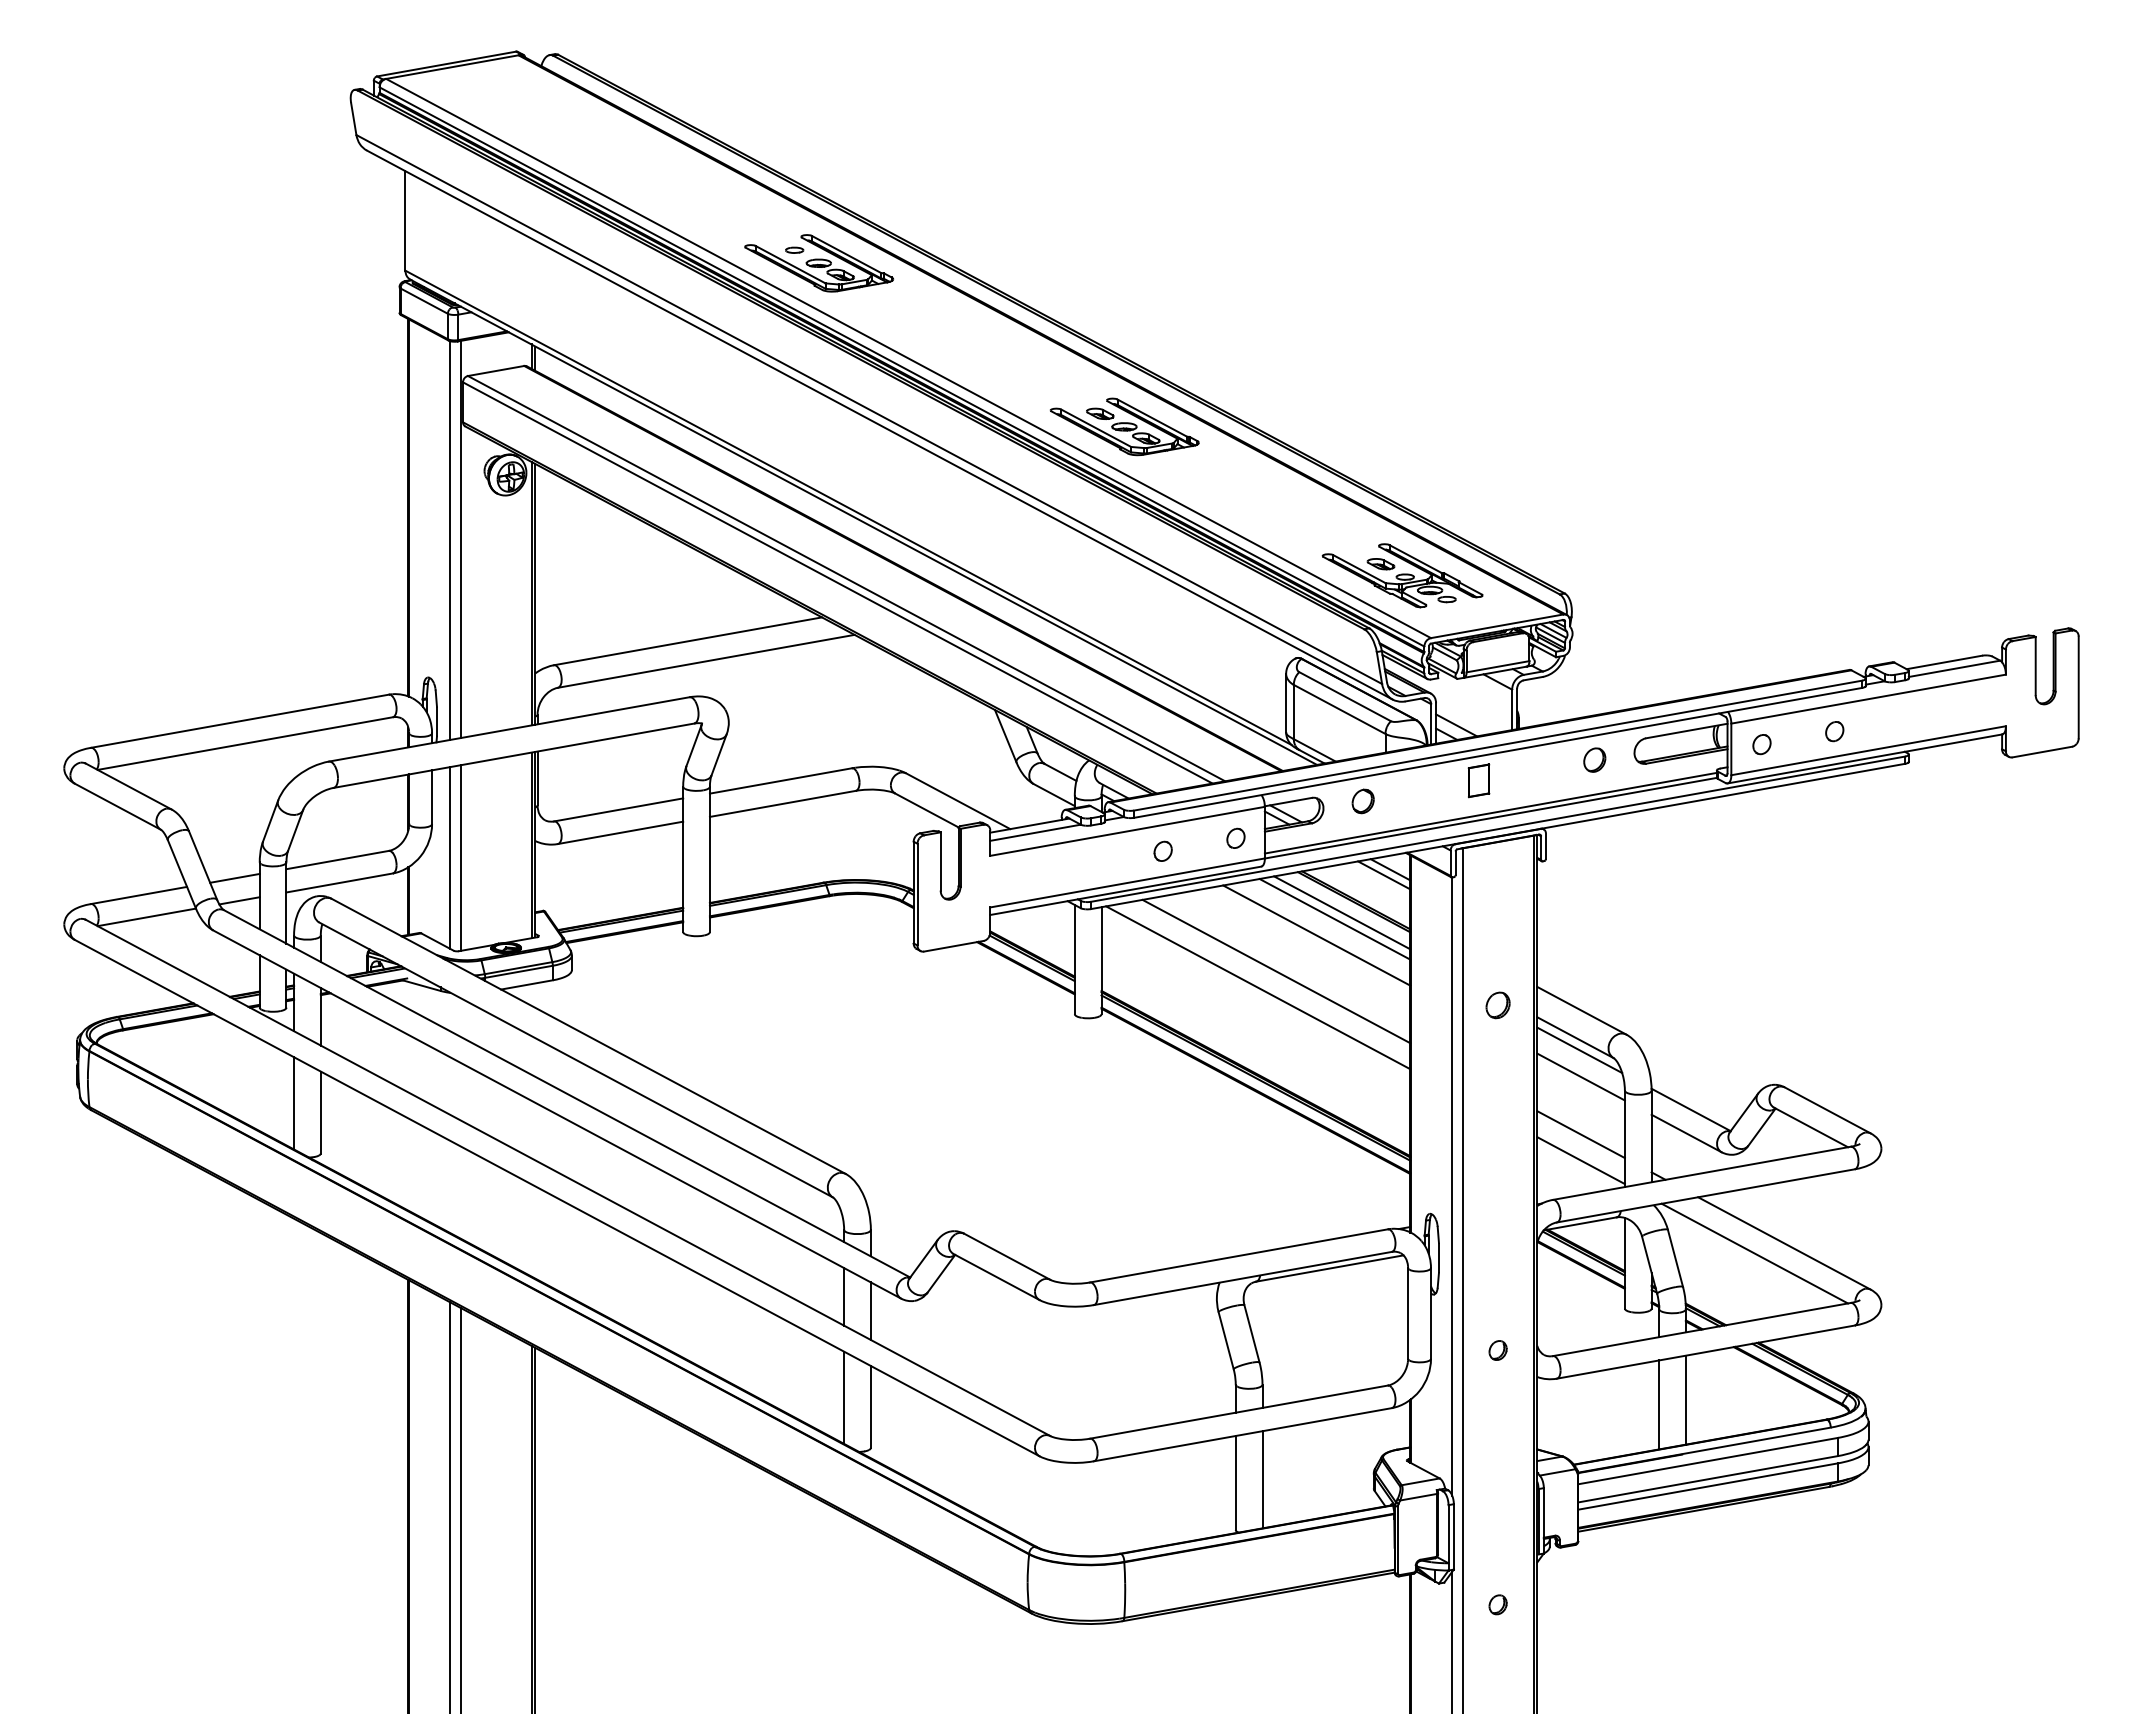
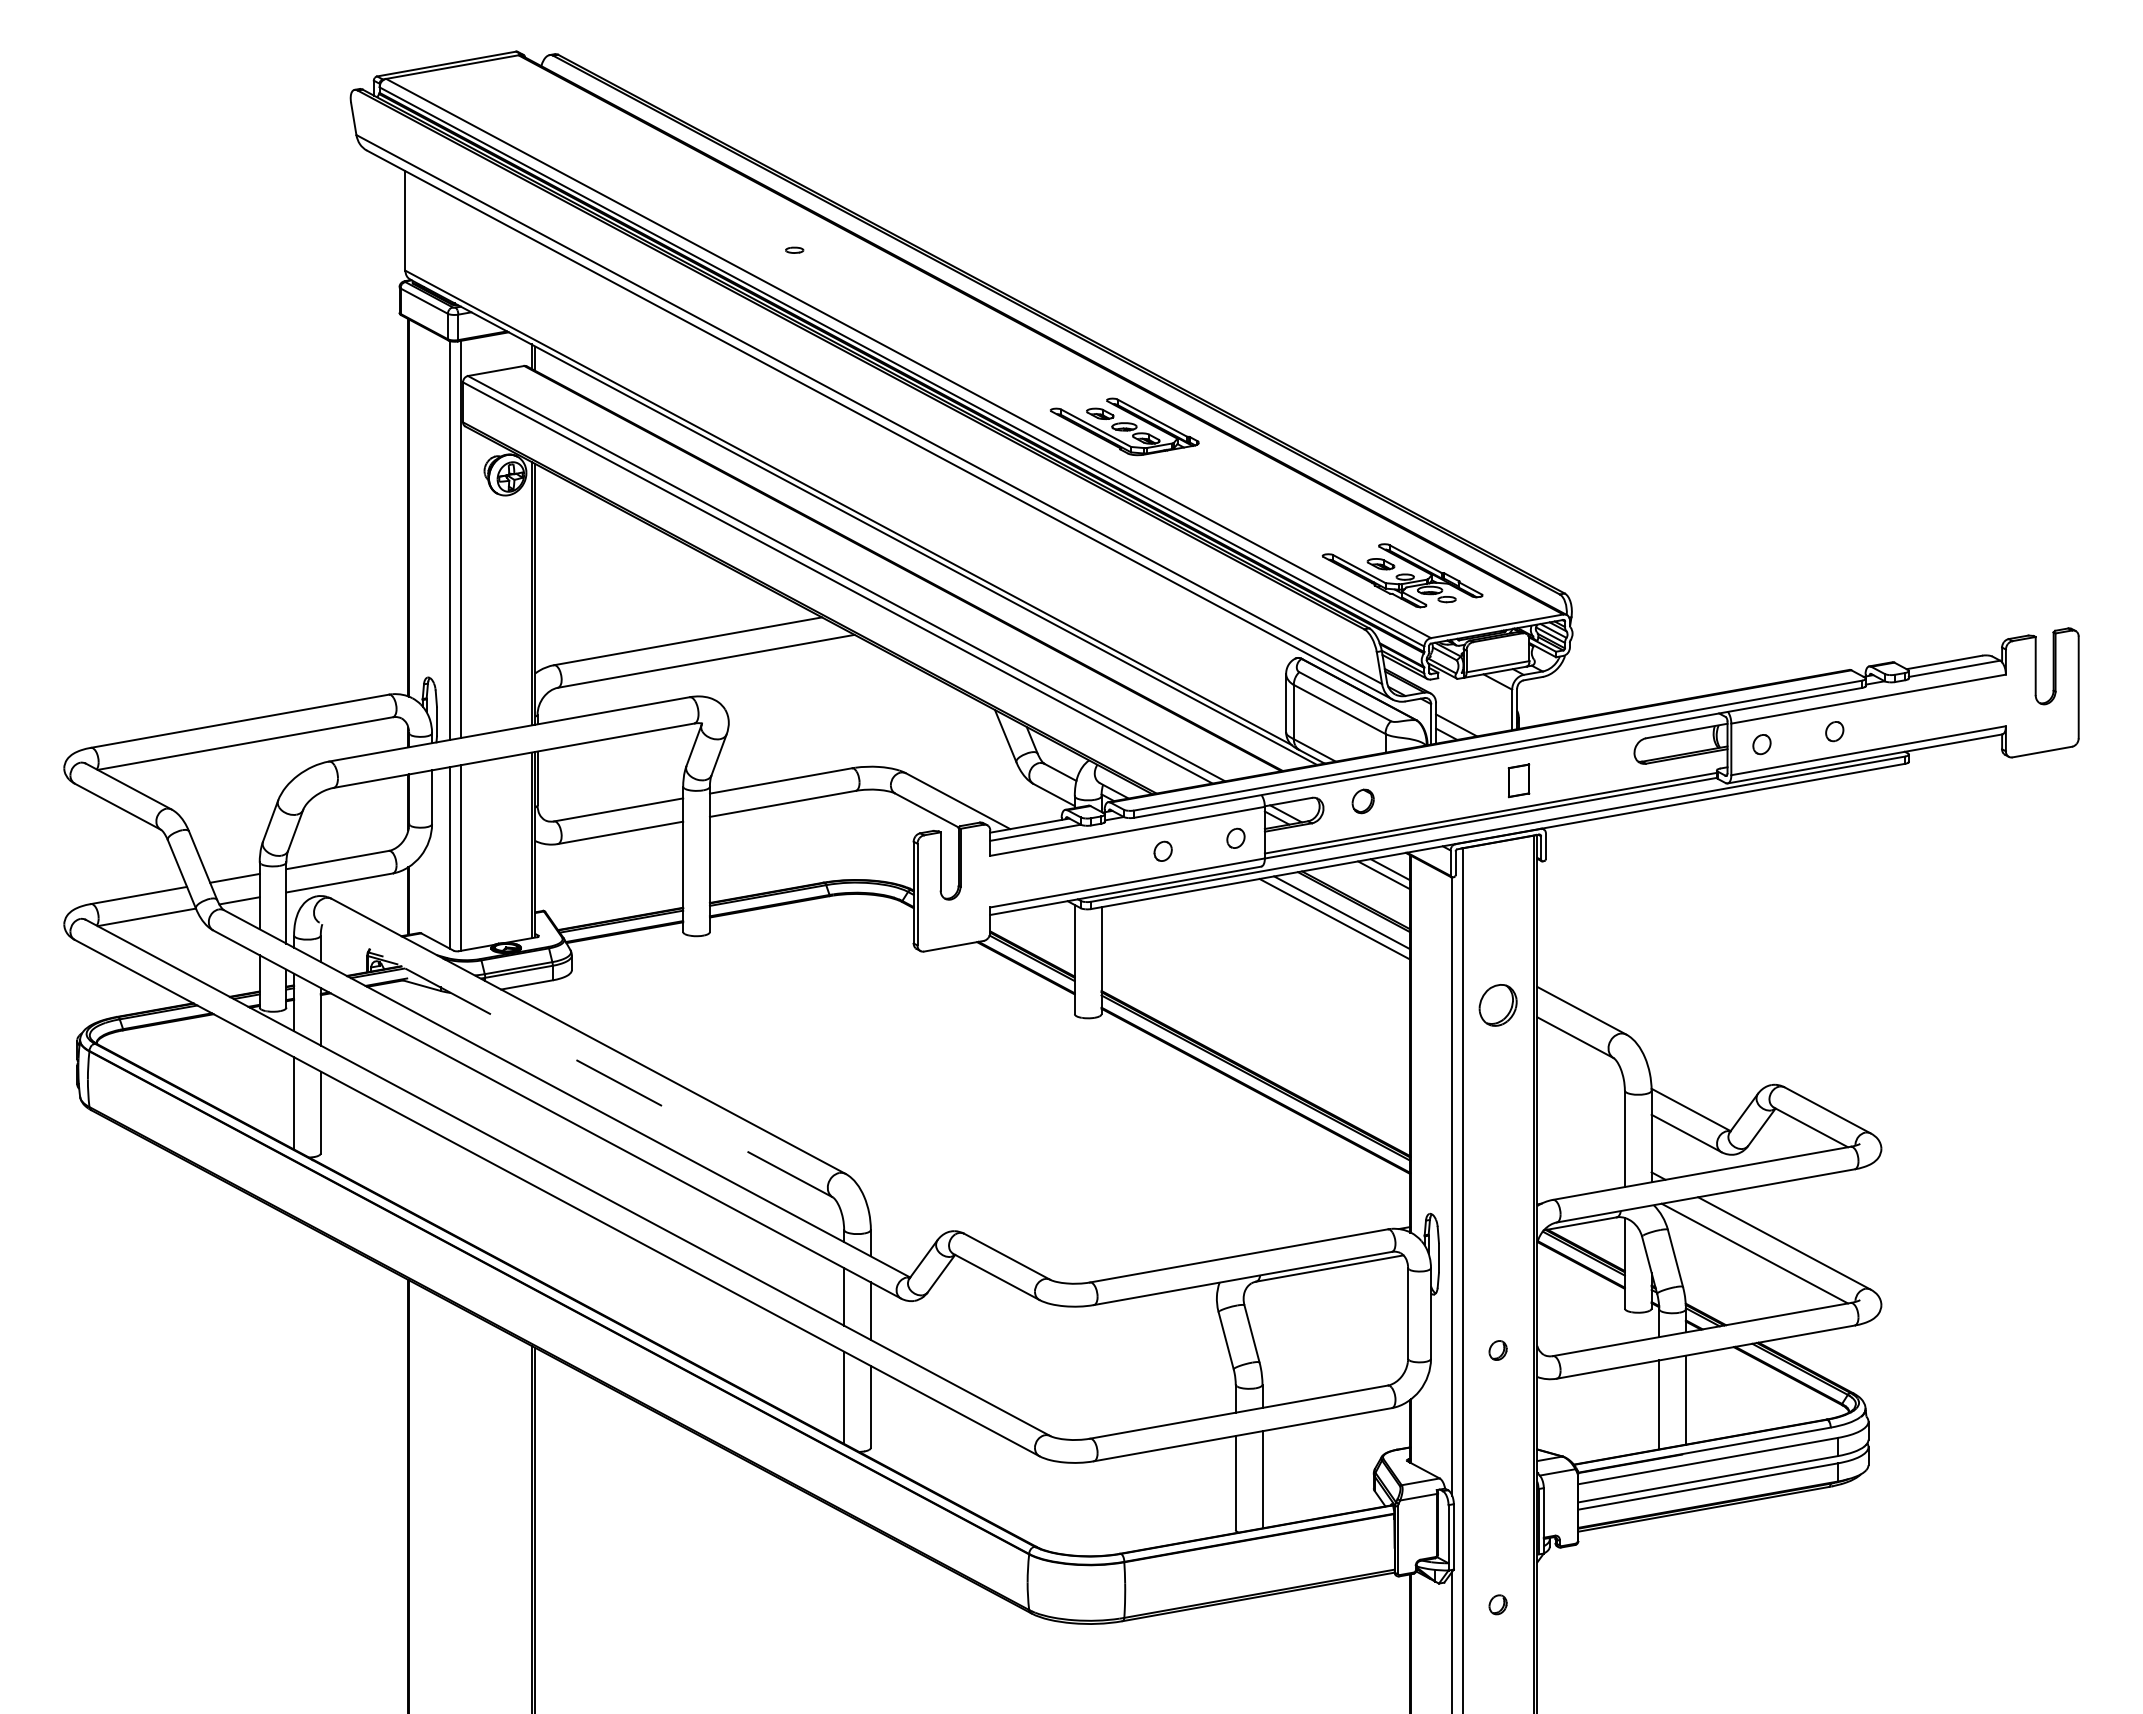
part at (819, 263): present -> none
part at (1594, 759): present -> none
part at (1478, 780) position: (1478, 780) -> (1518, 780)
line at (1316, 935): present -> none
line at (1276, 971): present -> none
line at (1258, 987): present -> none
part at (1497, 1005) size: 26x29 px -> 40x43 px
line at (1579, 1050): present -> none
line at (575, 1059): solid -> dashed
line at (1580, 1076): present -> none
line at (1580, 1134): present -> none
line at (1580, 1160): present -> none
line at (450, 1506): present -> none
line at (460, 1508): present -> none
